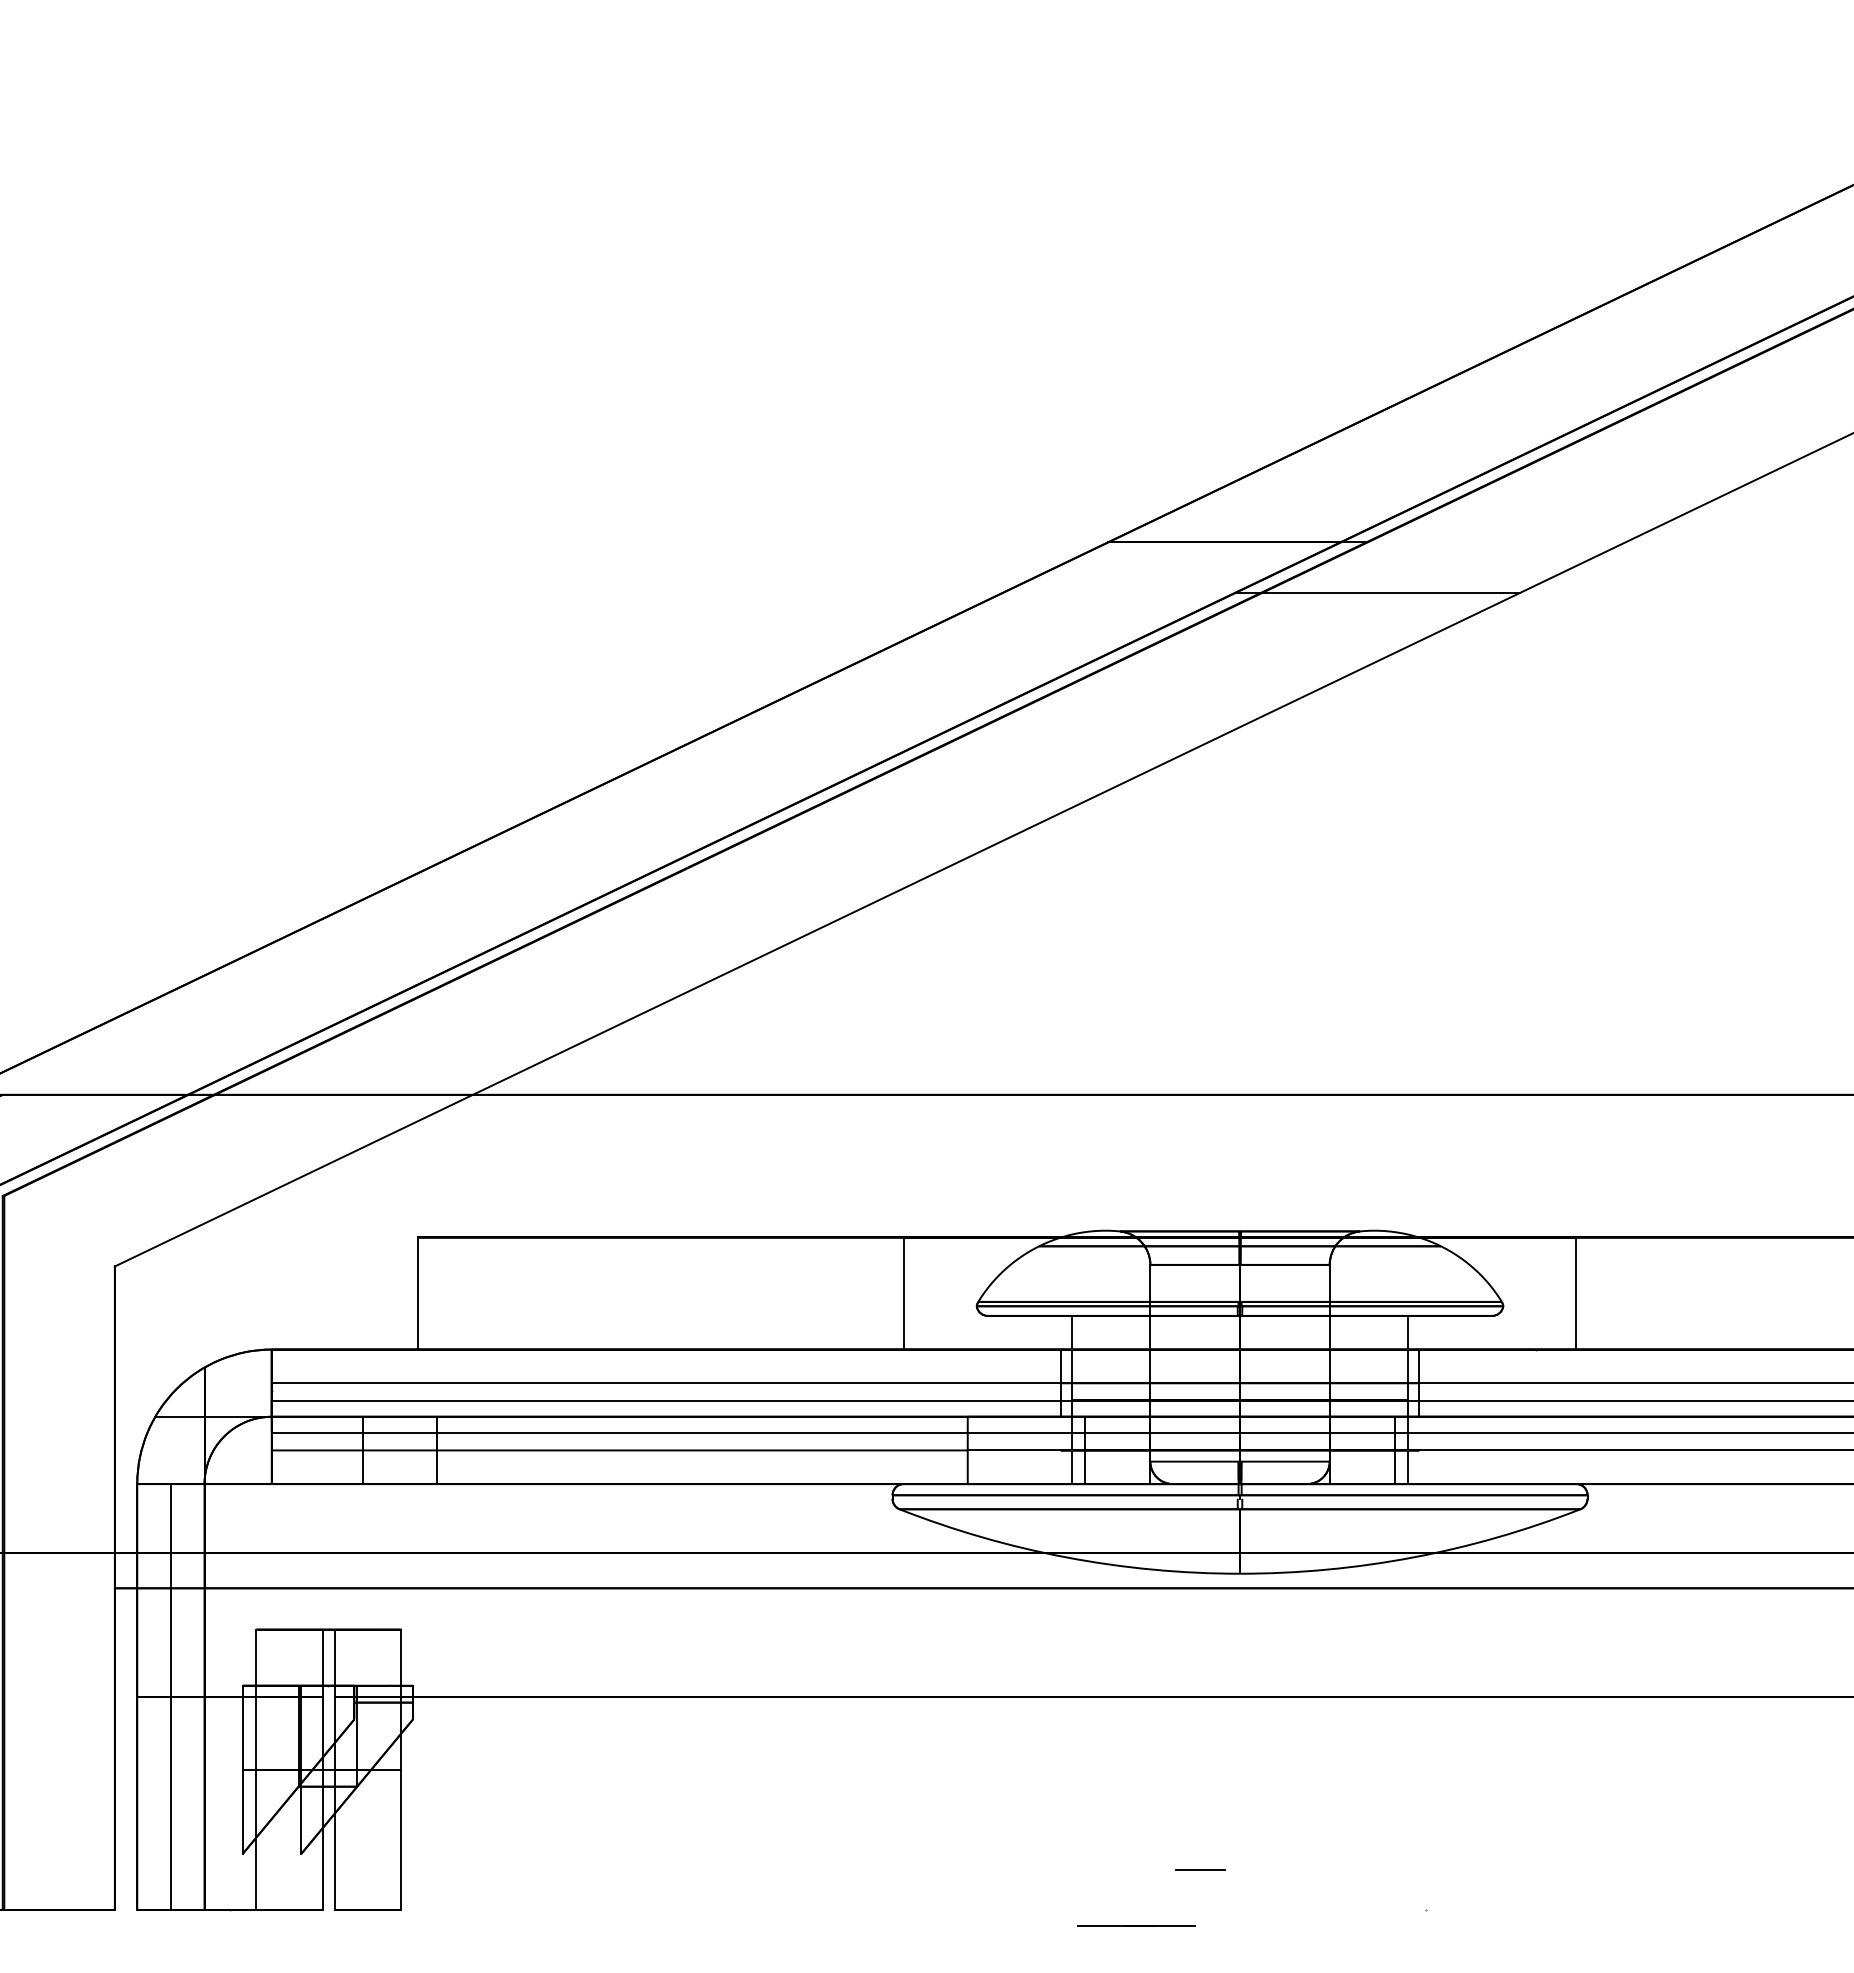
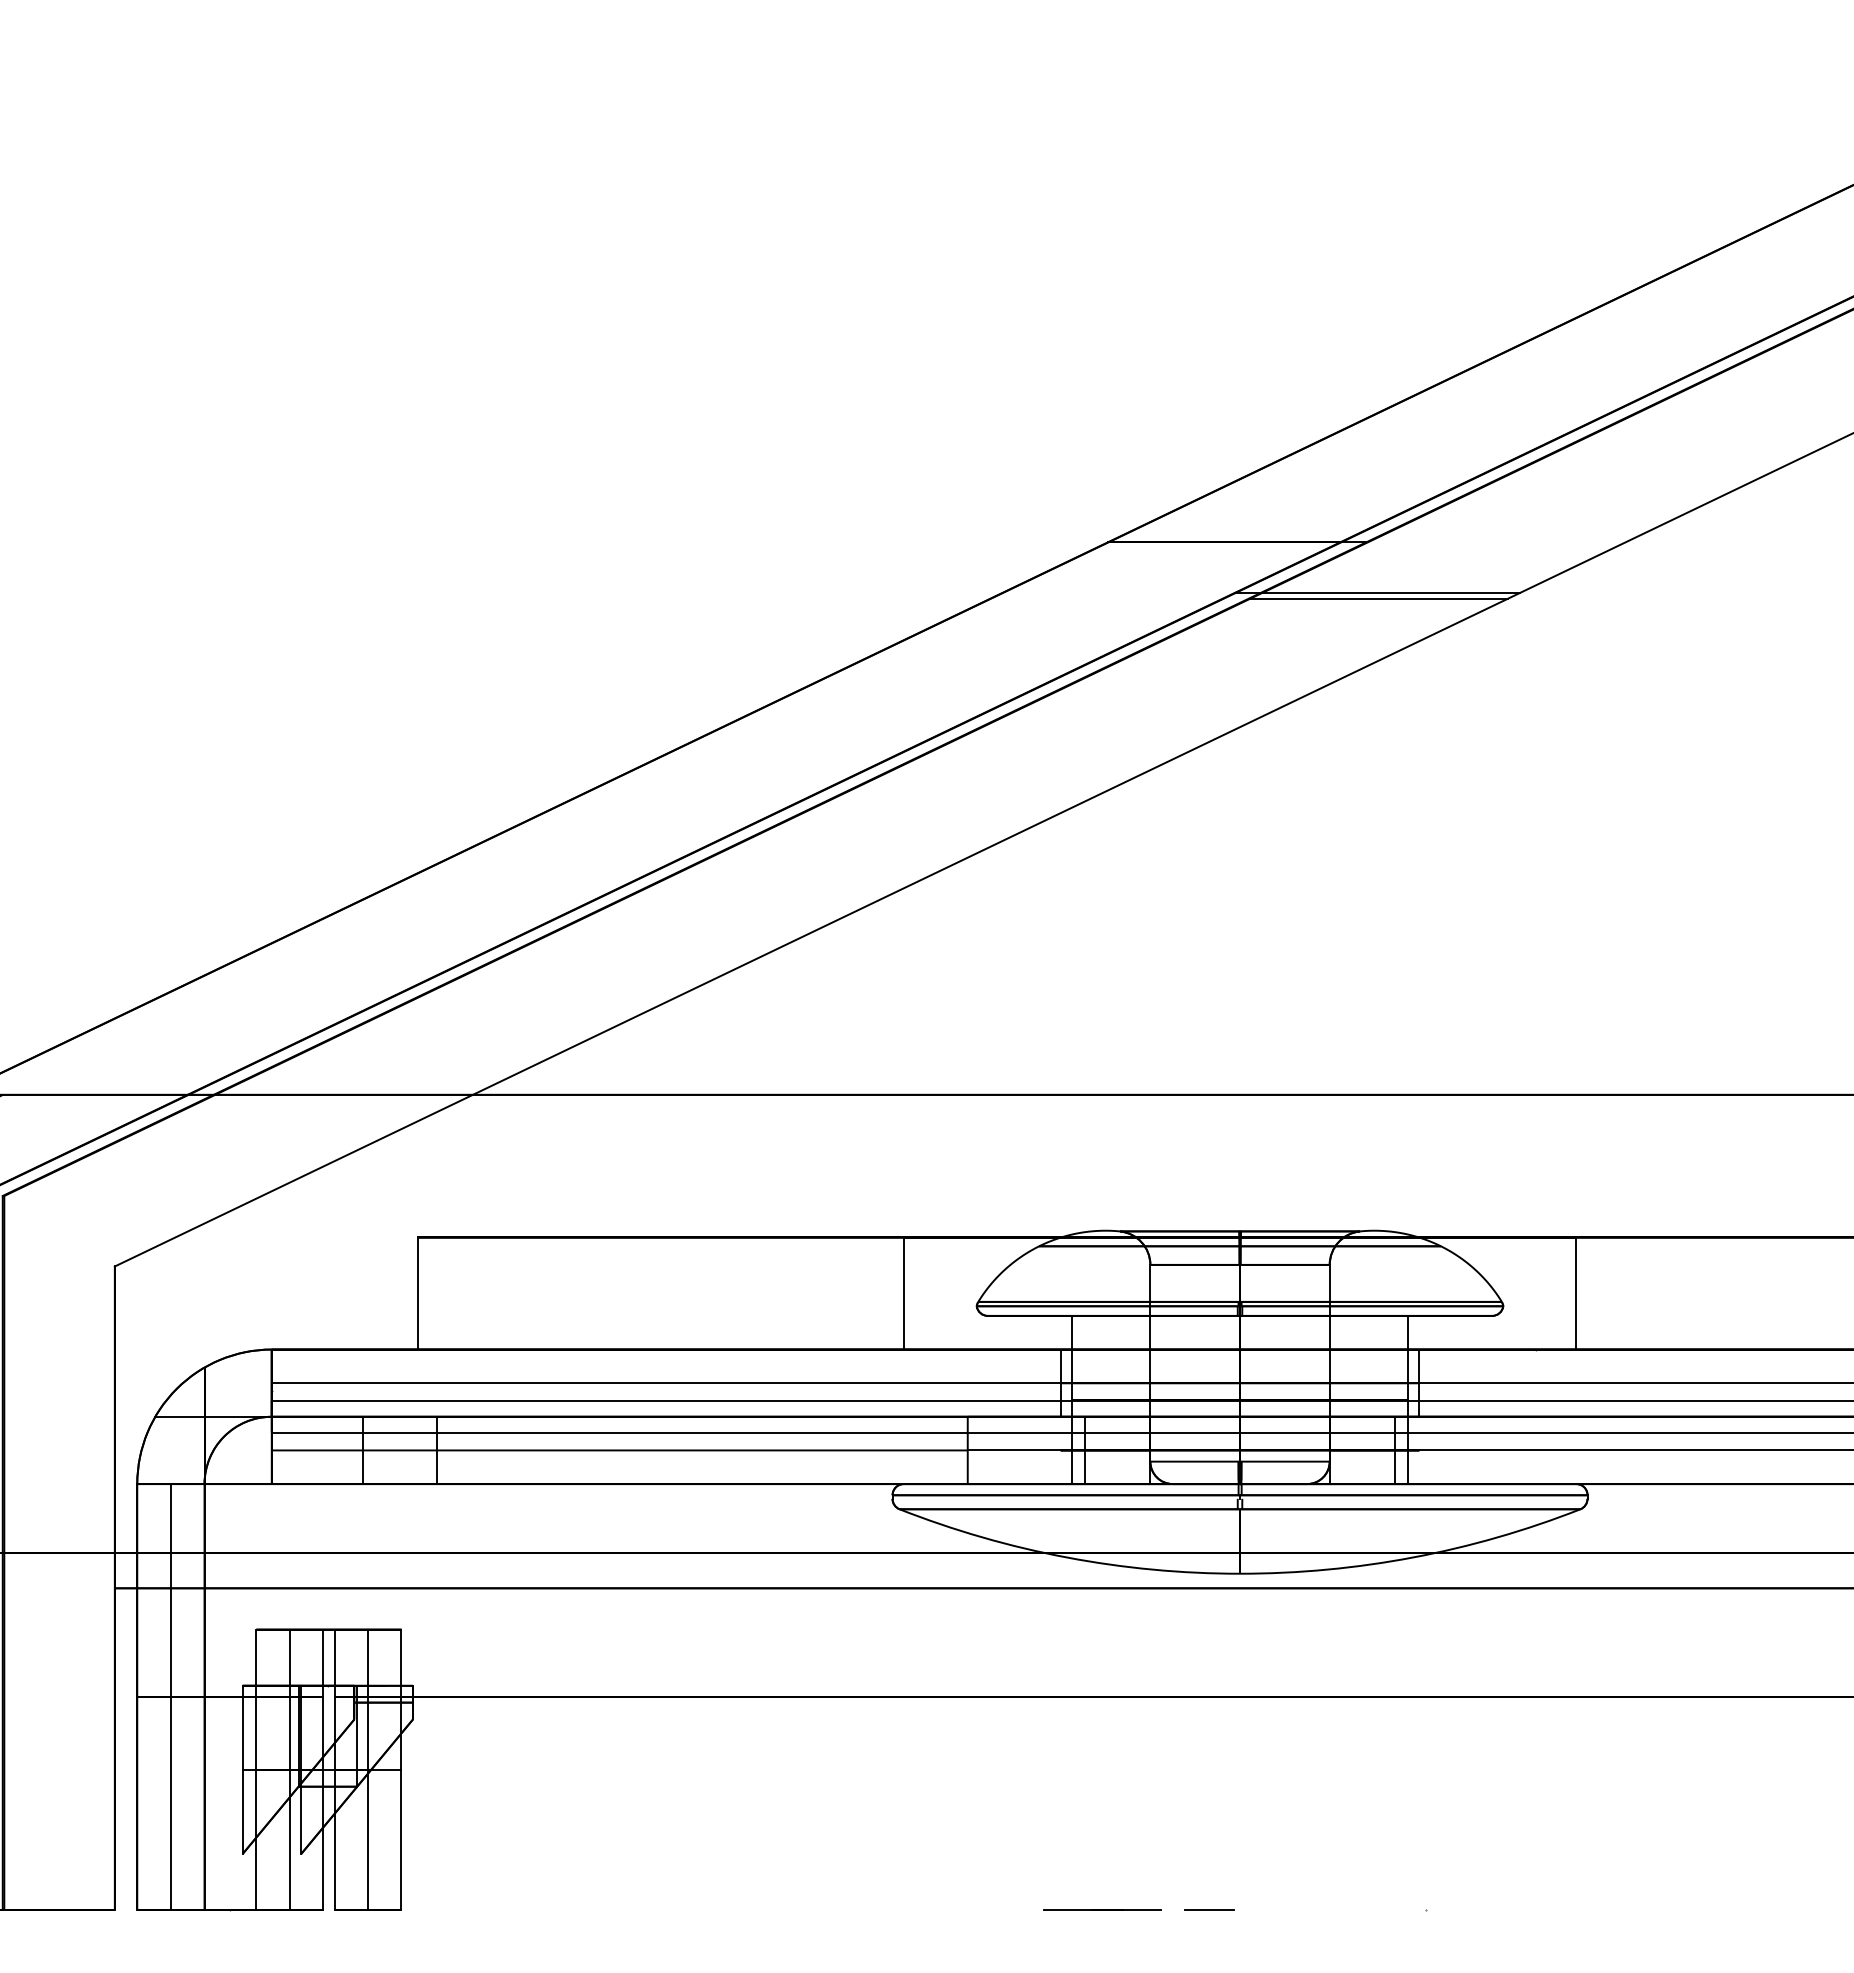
line at (1378, 598): none -> present
line at (289, 1769): none -> present
line at (368, 1769): none -> present
line at (1200, 1869) position: (1200, 1869) -> (1209, 1909)
line at (1136, 1925) position: (1136, 1925) -> (1102, 1909)
